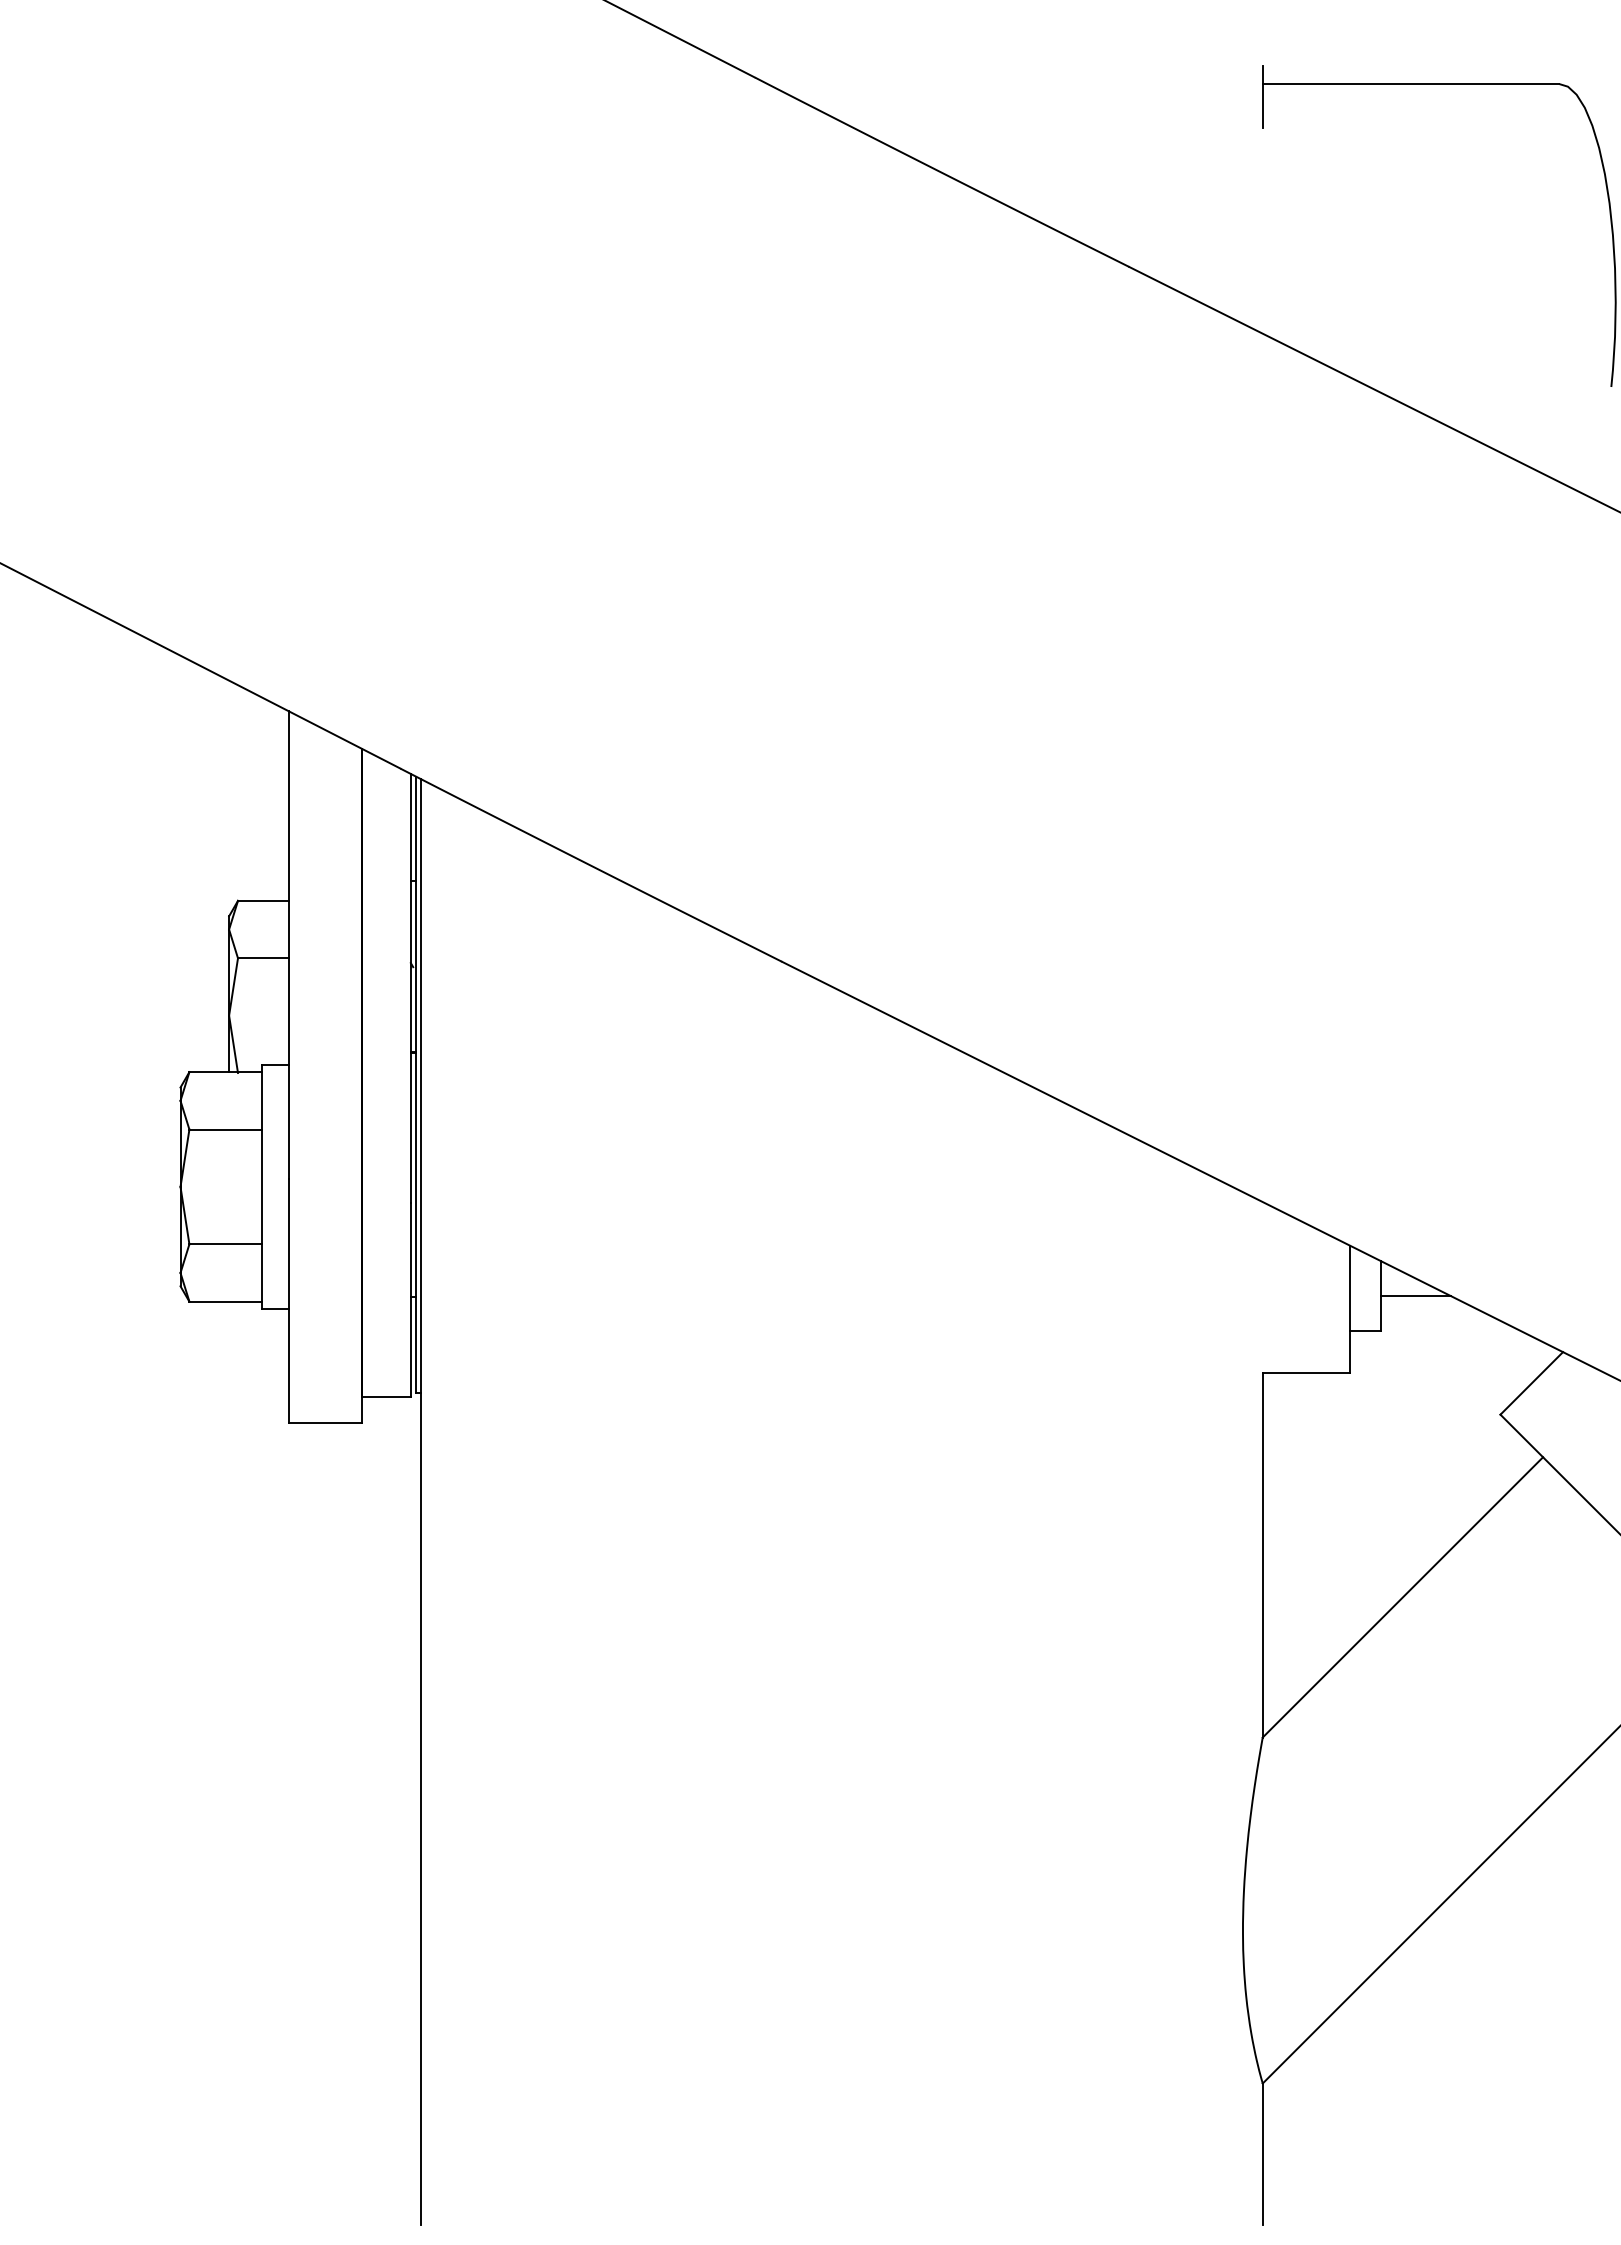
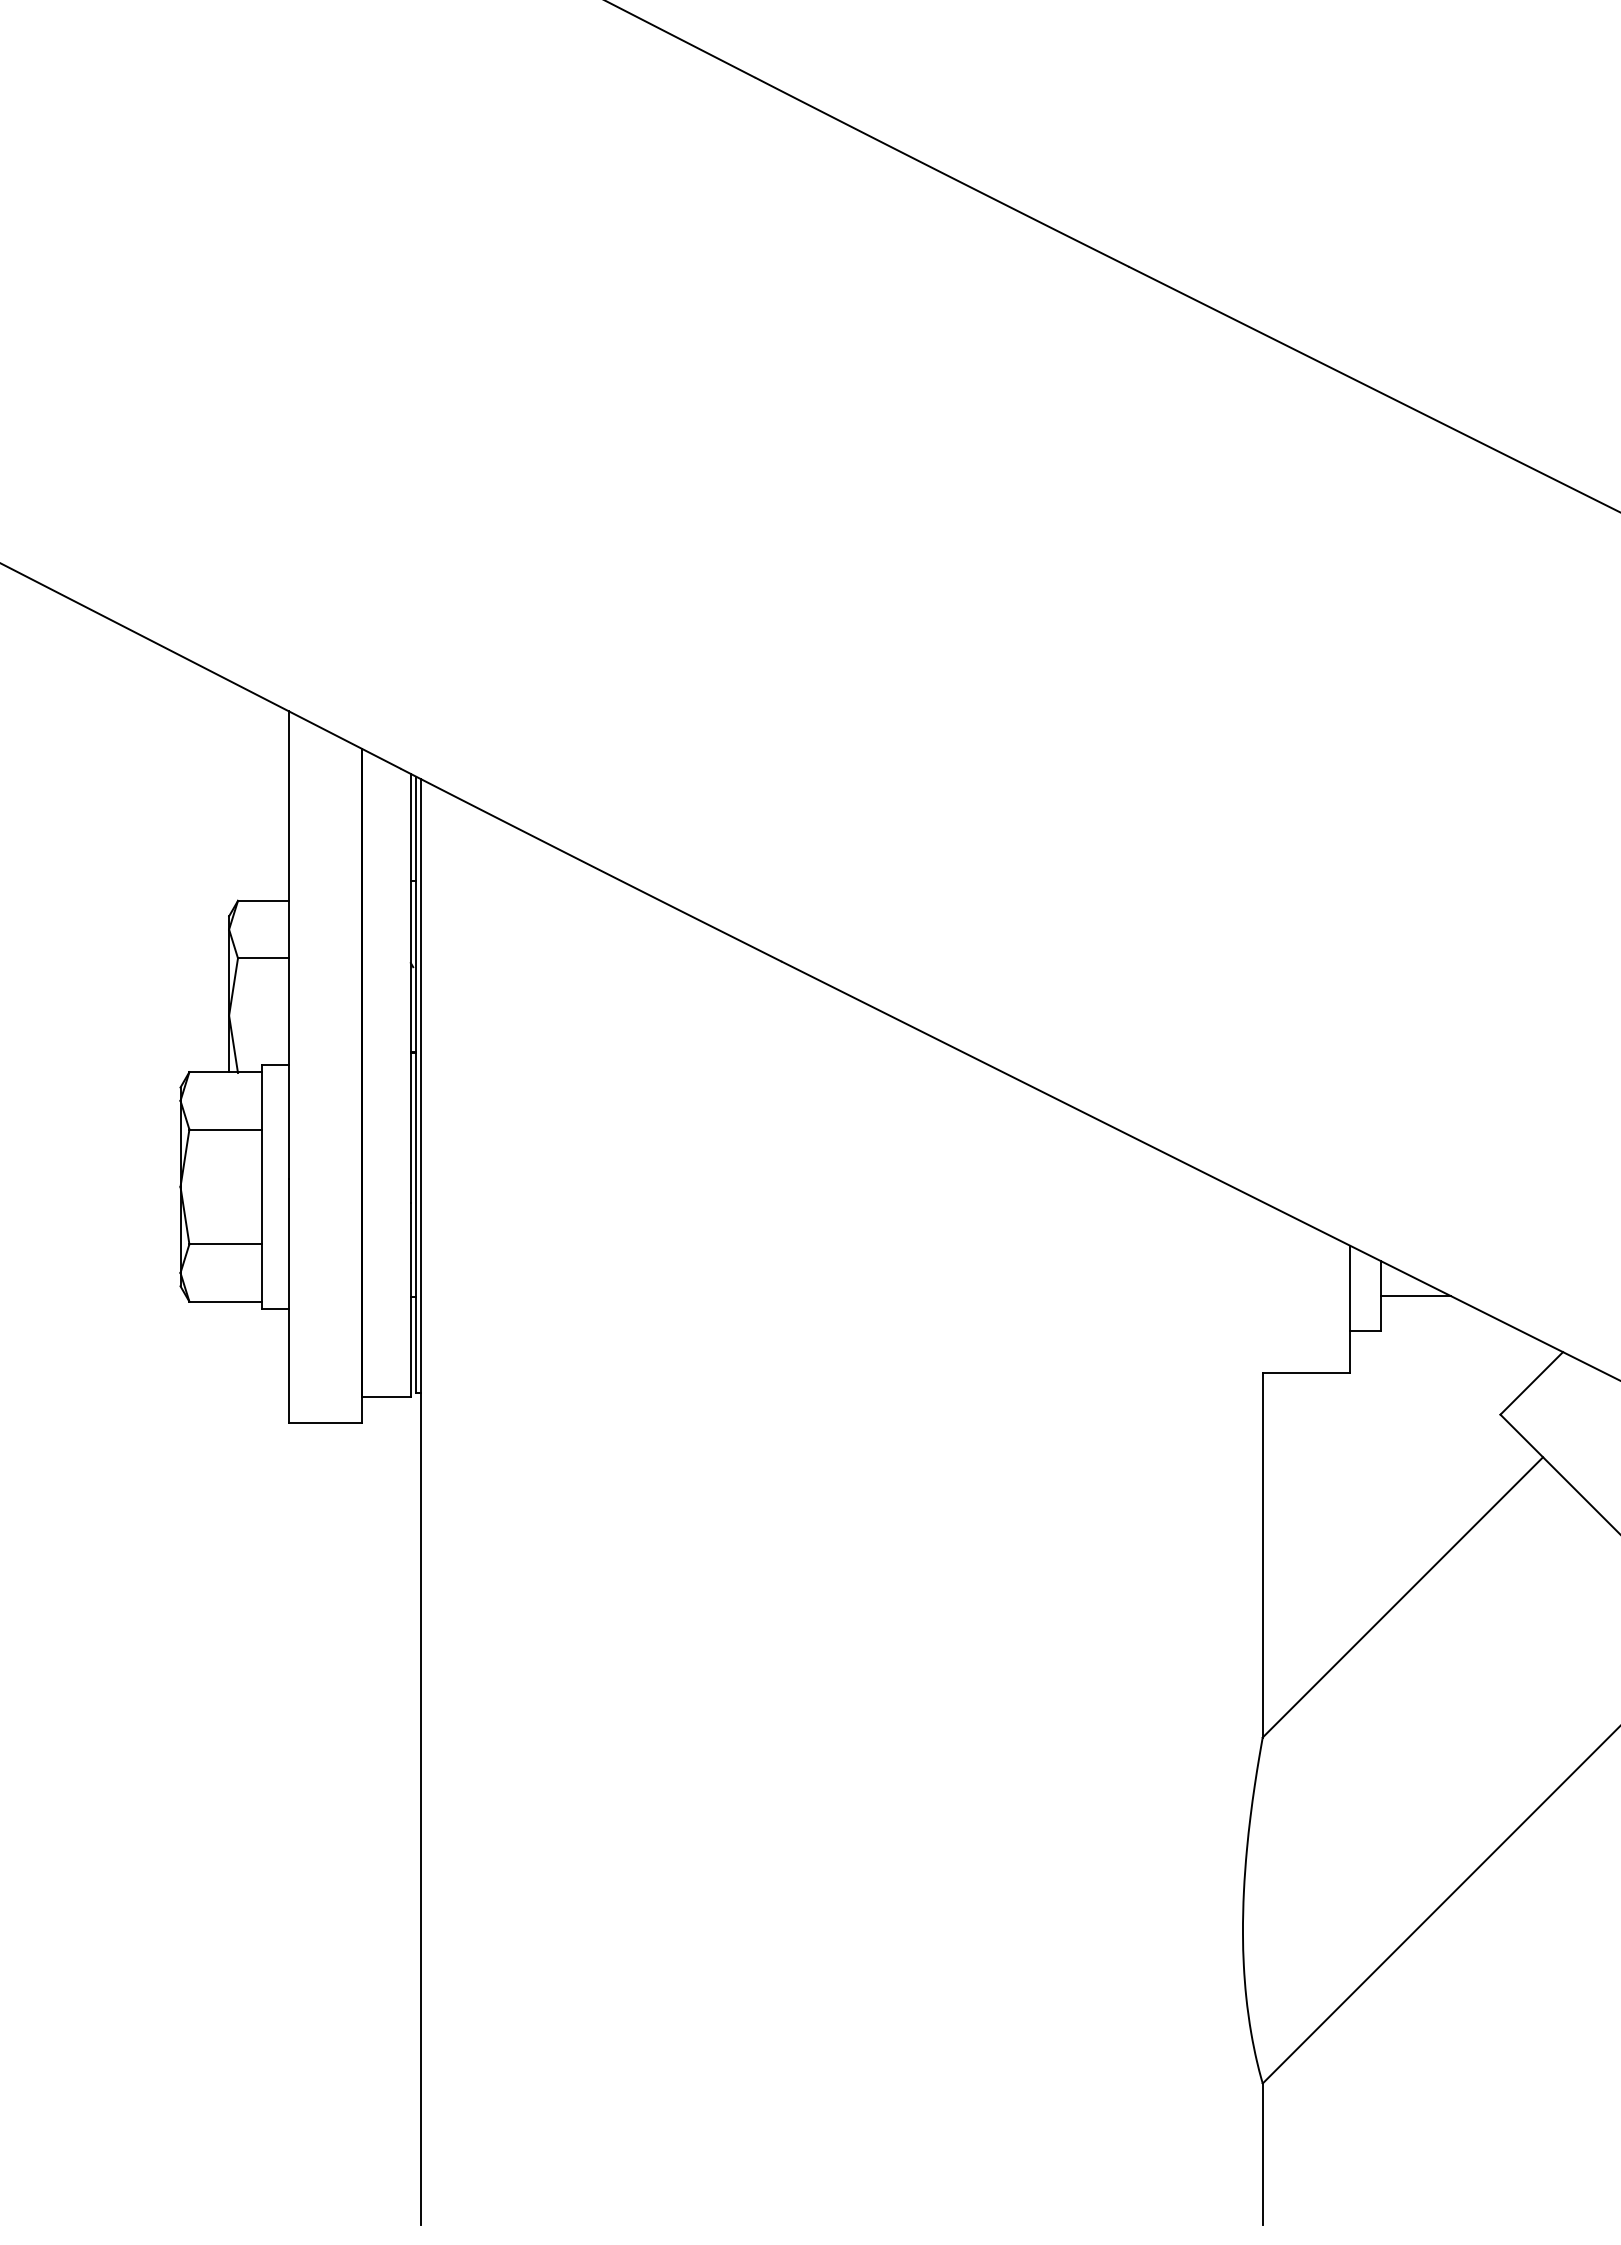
part at (1439, 84): present -> none
